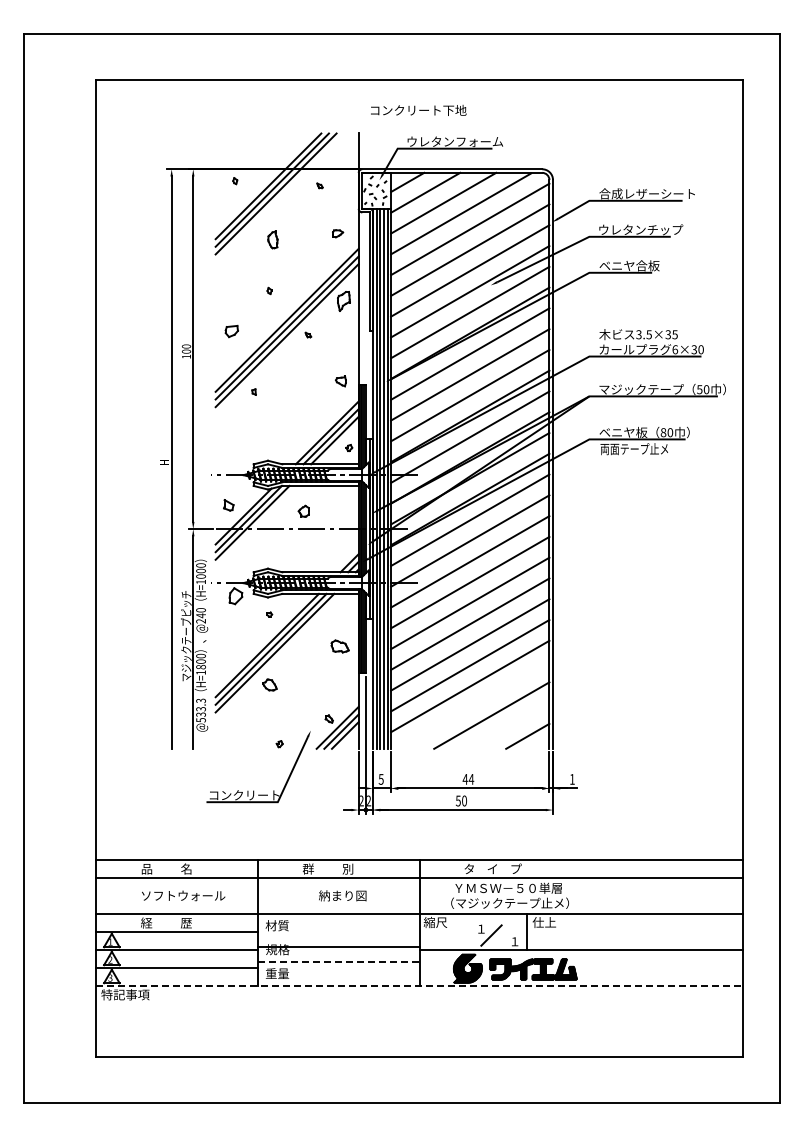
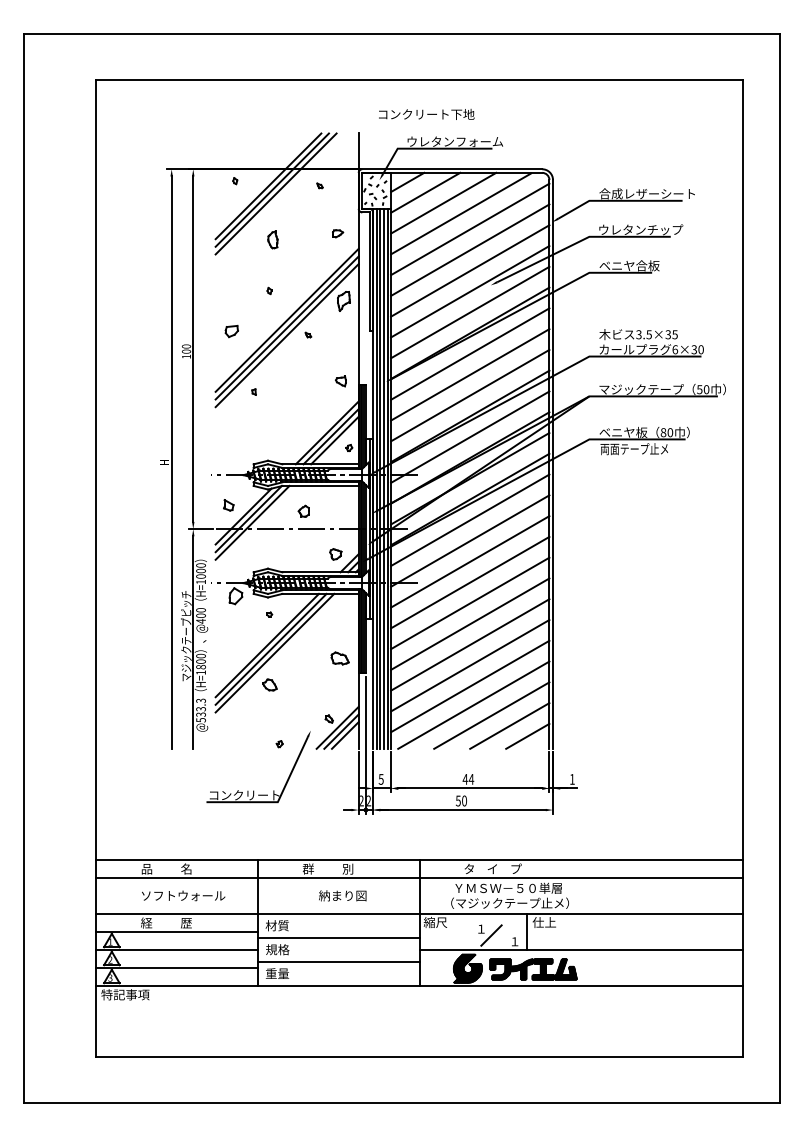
text at (418, 110) position: (418, 110) -> (426, 114)
part at (335, 554): none -> present
text at (200, 618): @240 -> @400
part at (339, 646) position: (339, 646) -> (339, 658)
line at (473, 704): none -> present
line at (509, 725): none -> present
line at (338, 946) position: (338, 946) -> (338, 937)
line at (338, 961): dashed -> solid
line at (420, 985): dashed -> solid
